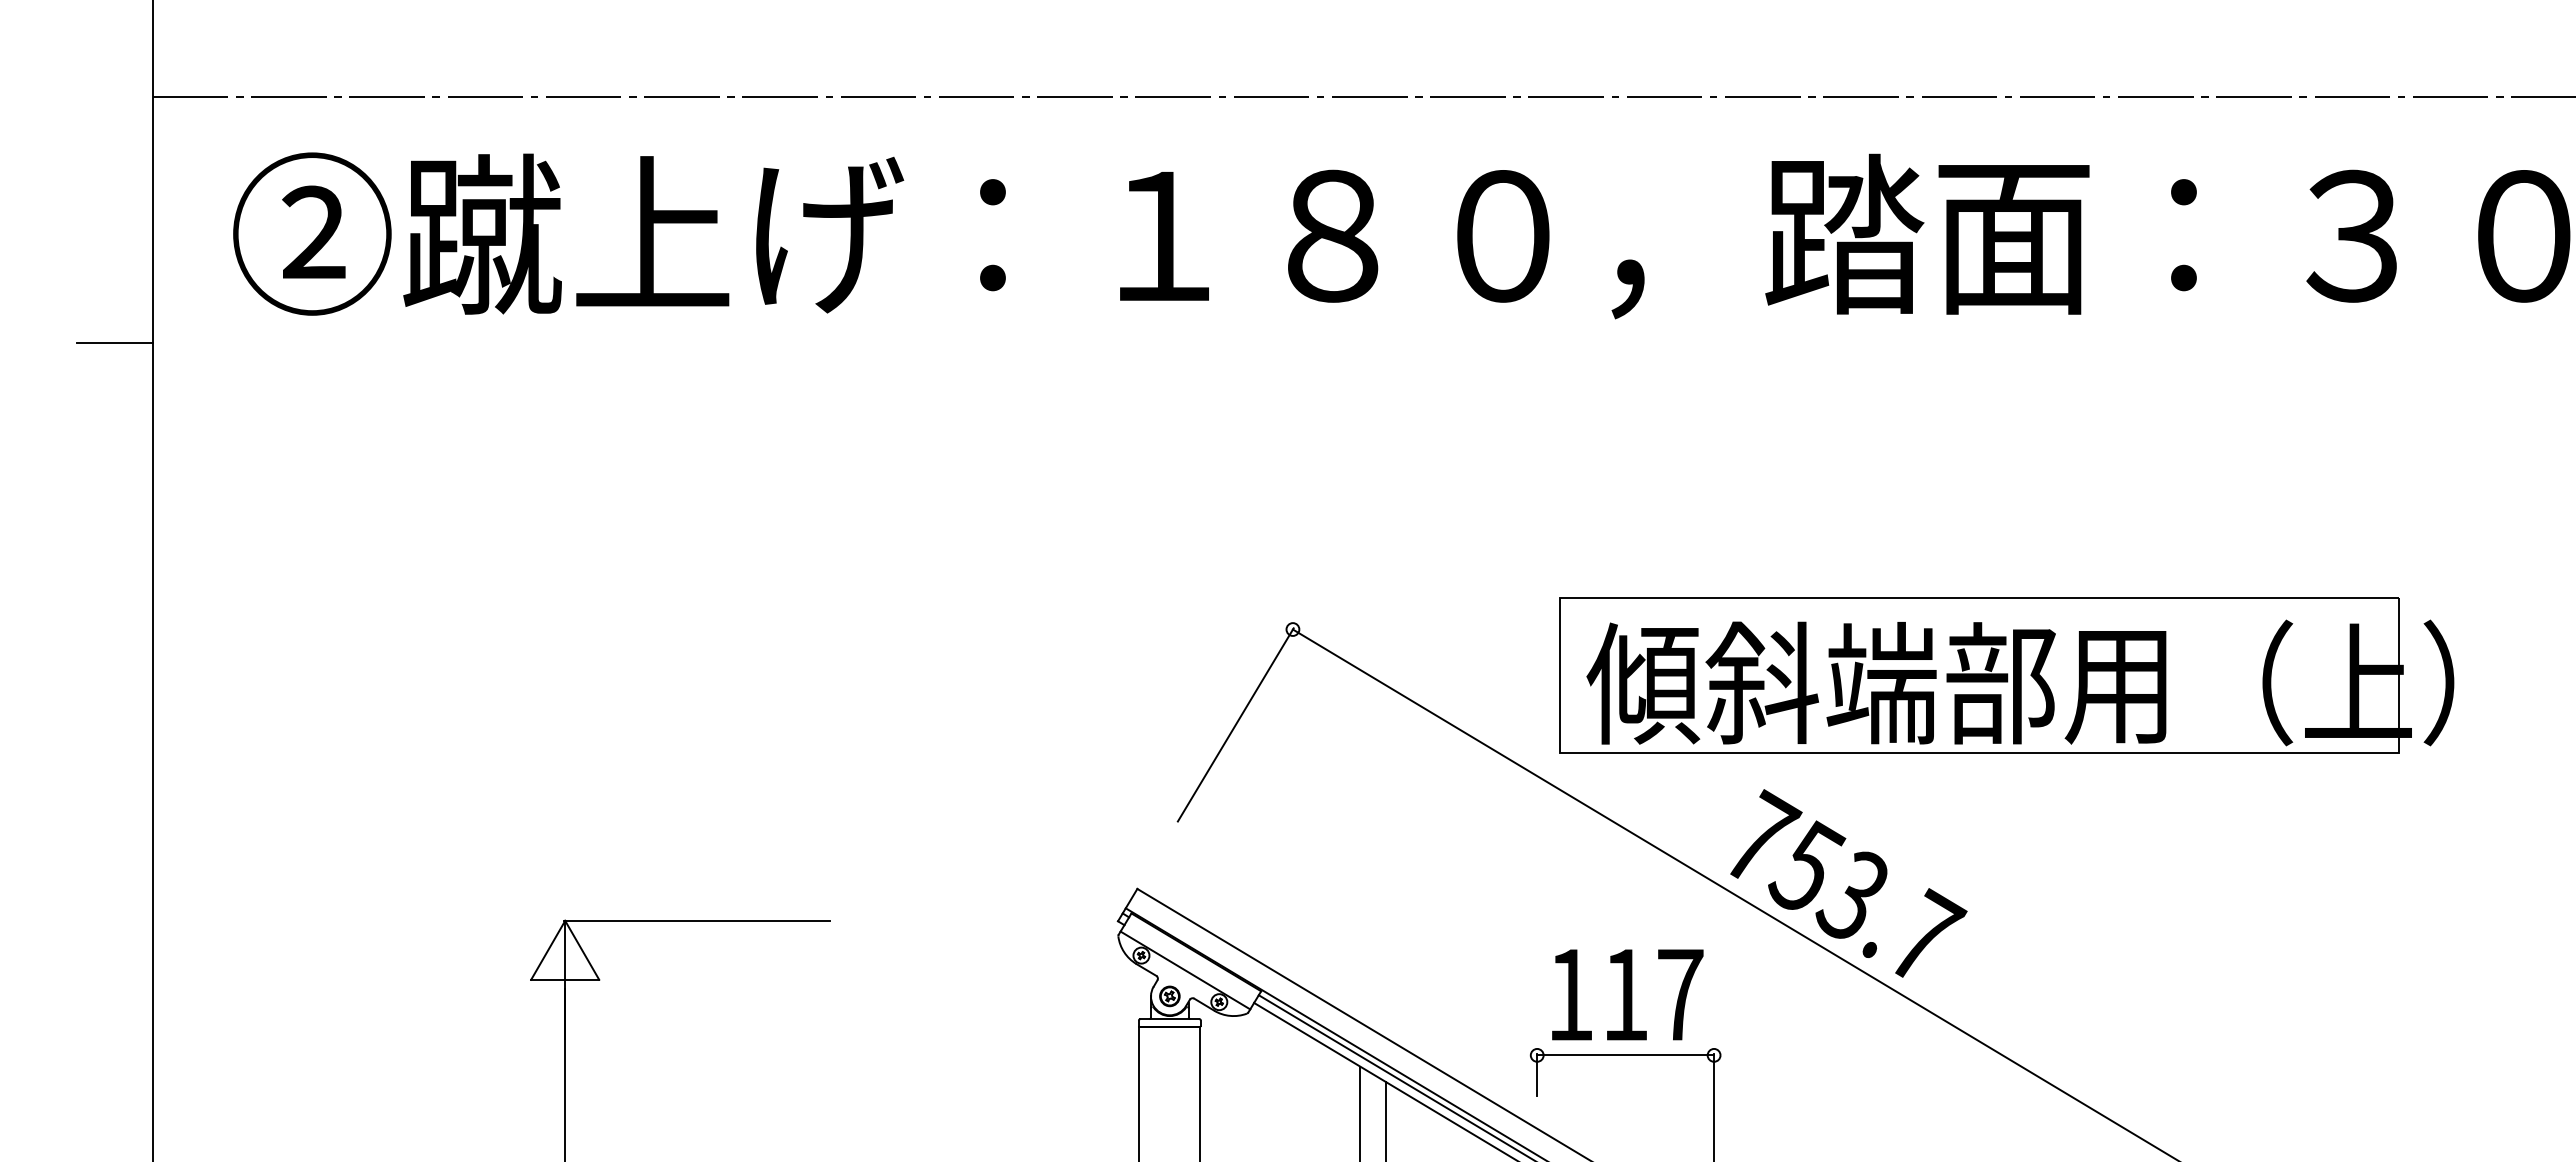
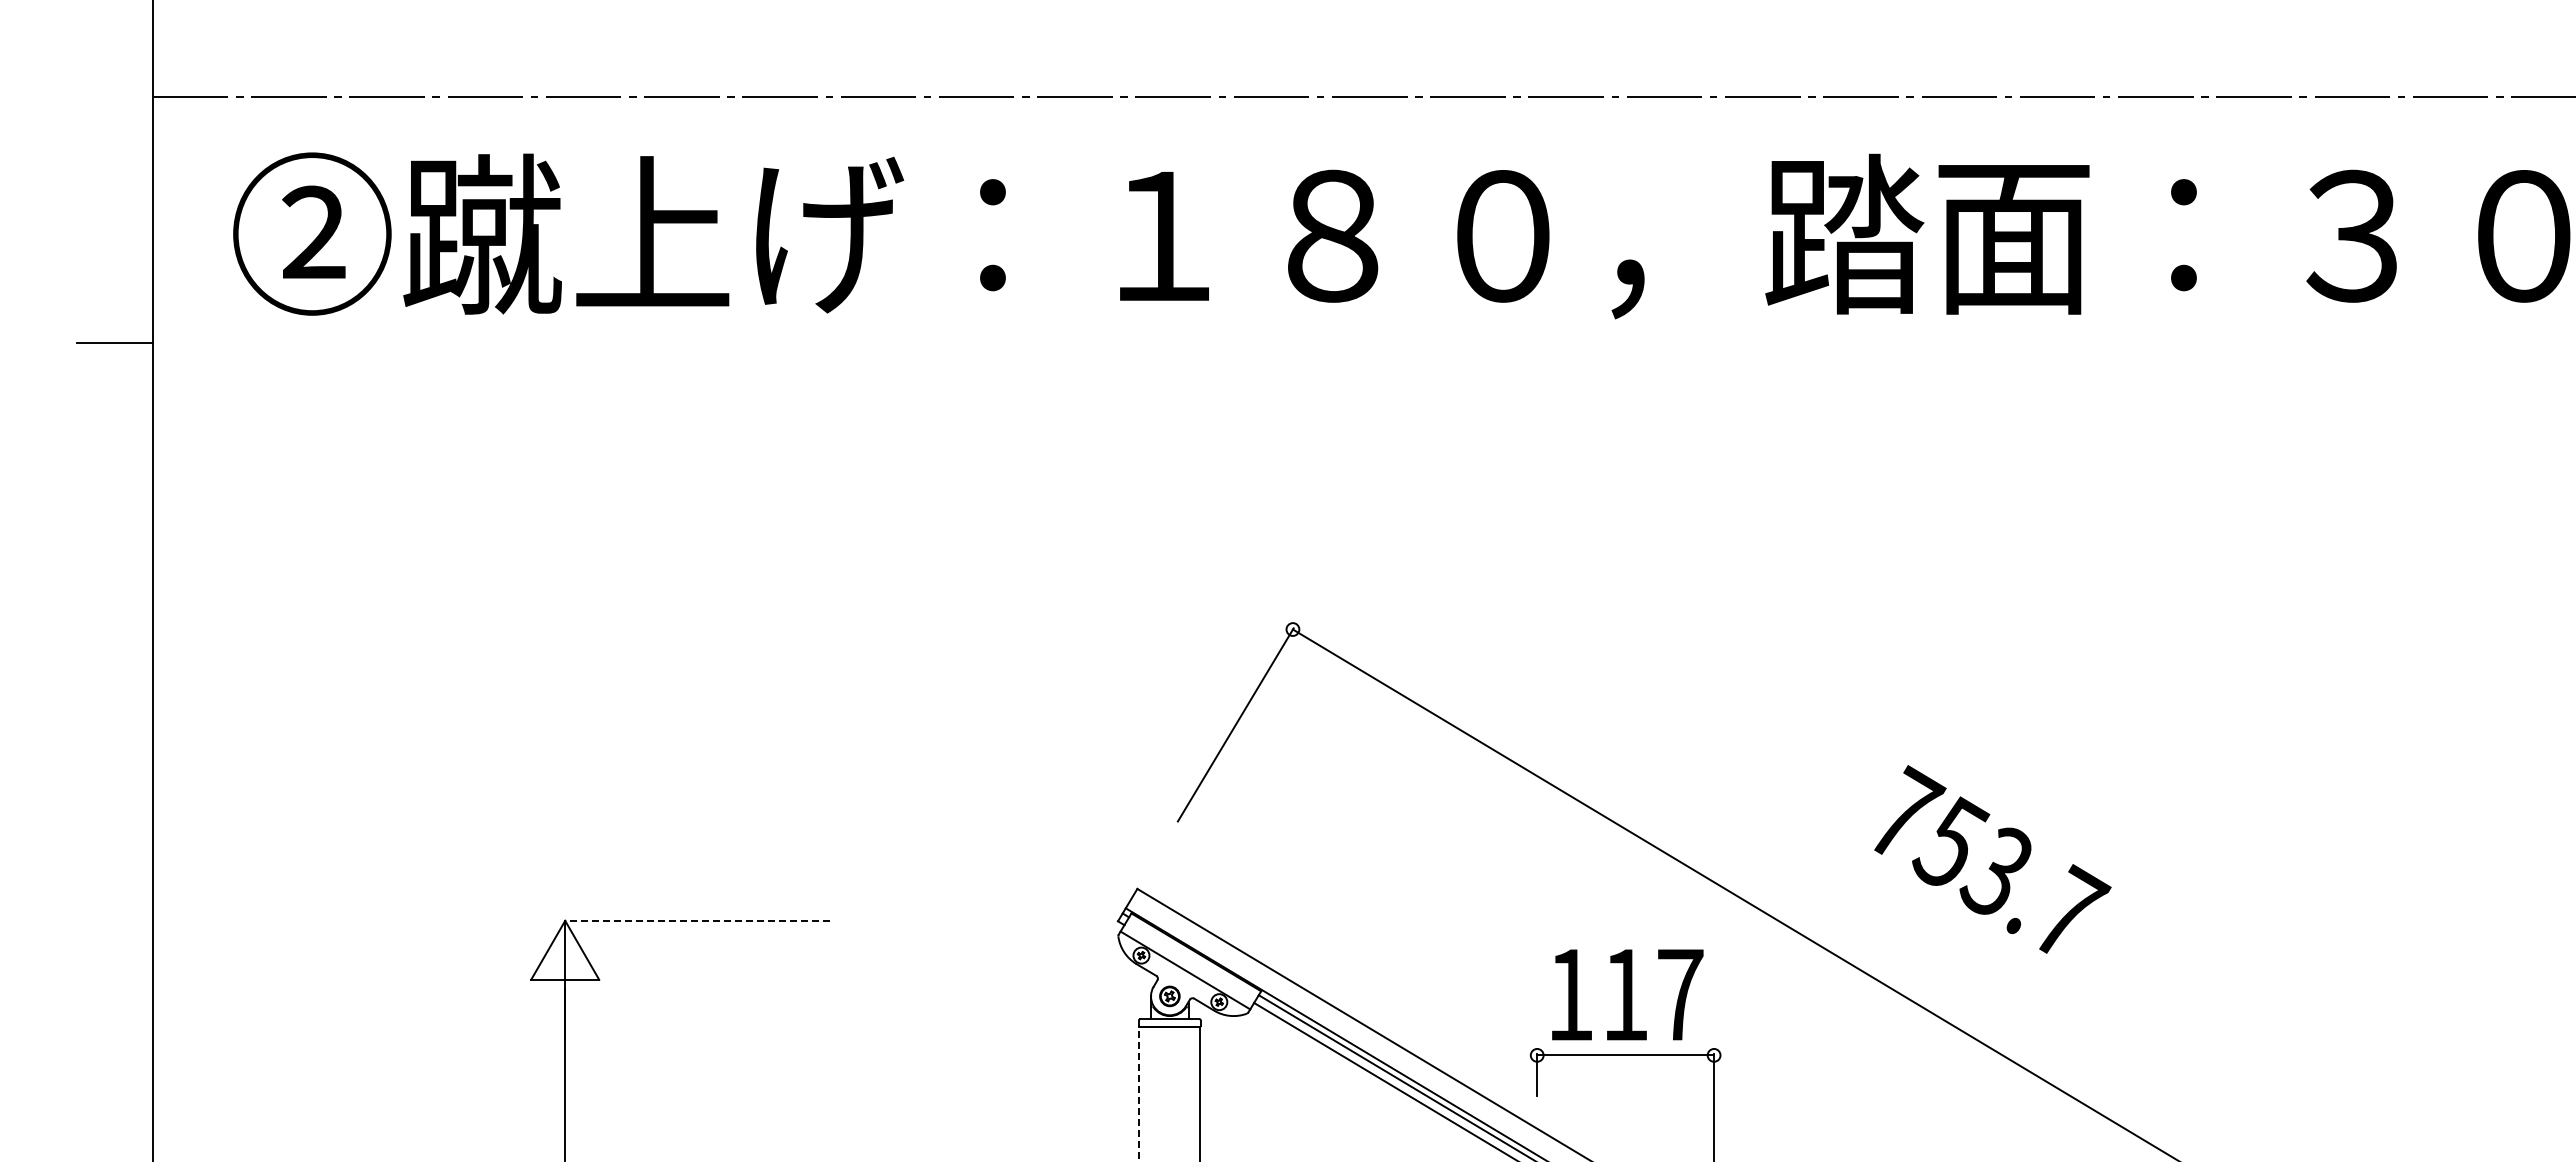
part at (2006, 675): present -> none
text at (1848, 883) position: (1848, 883) -> (1992, 859)
line at (696, 920): solid -> dashed
line at (1139, 1093): solid -> dashed
line at (1360, 1112): present -> none
line at (1386, 1120): present -> none
